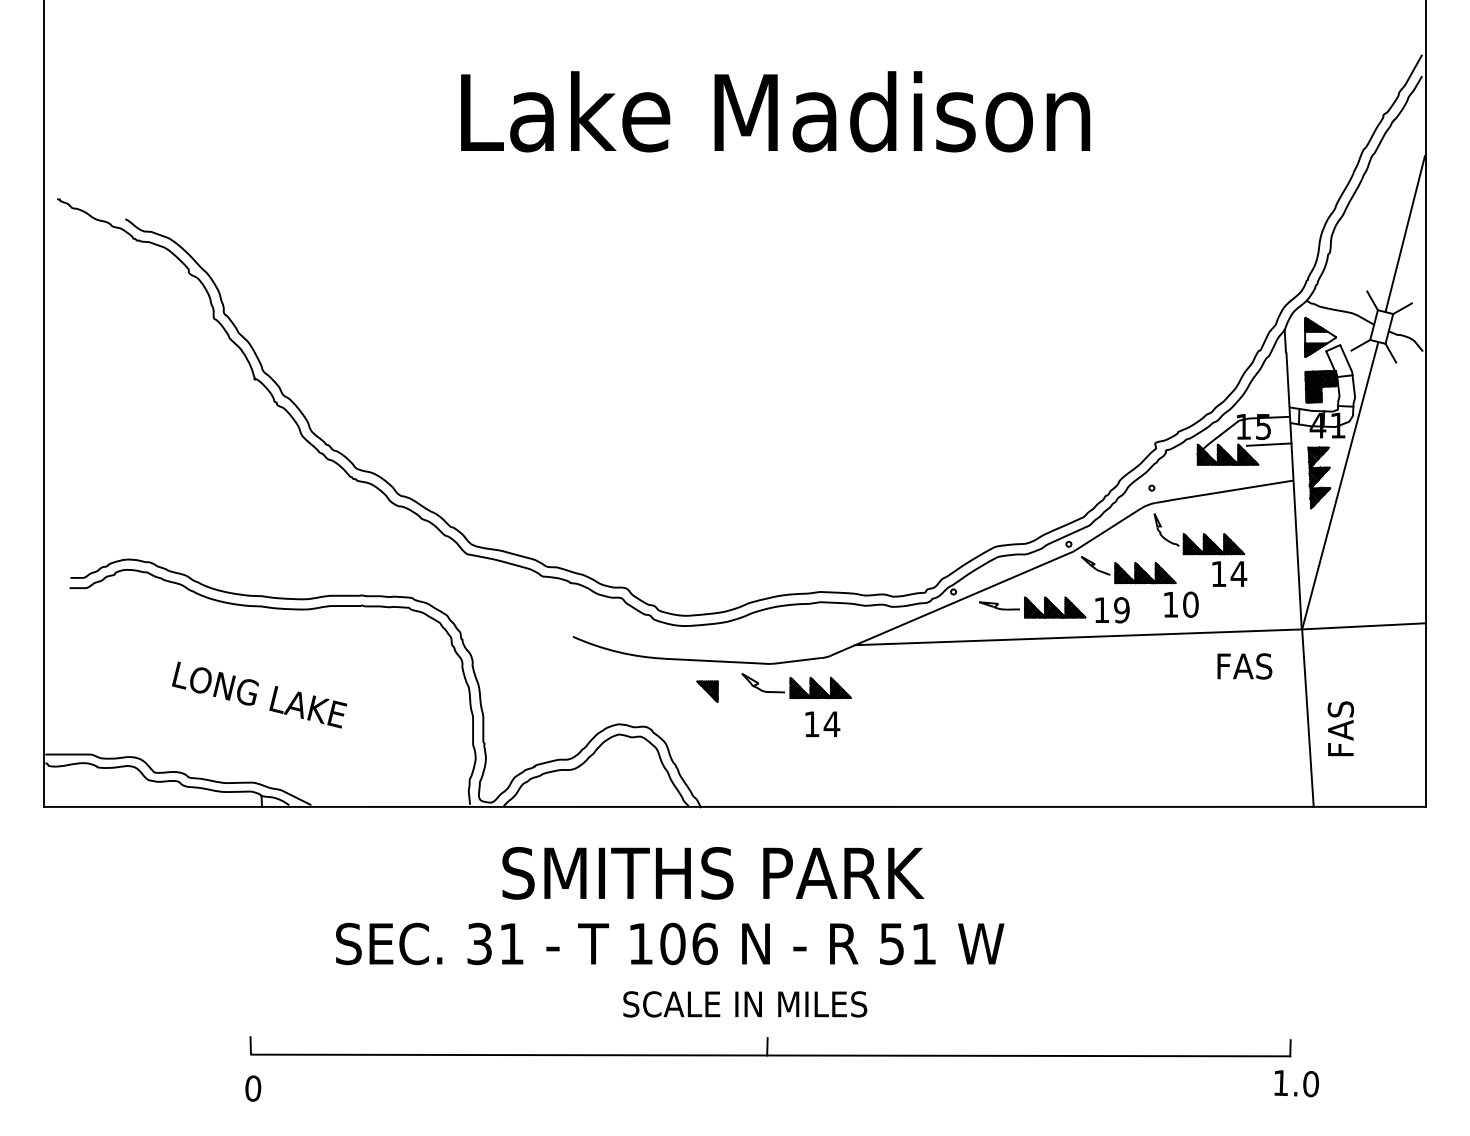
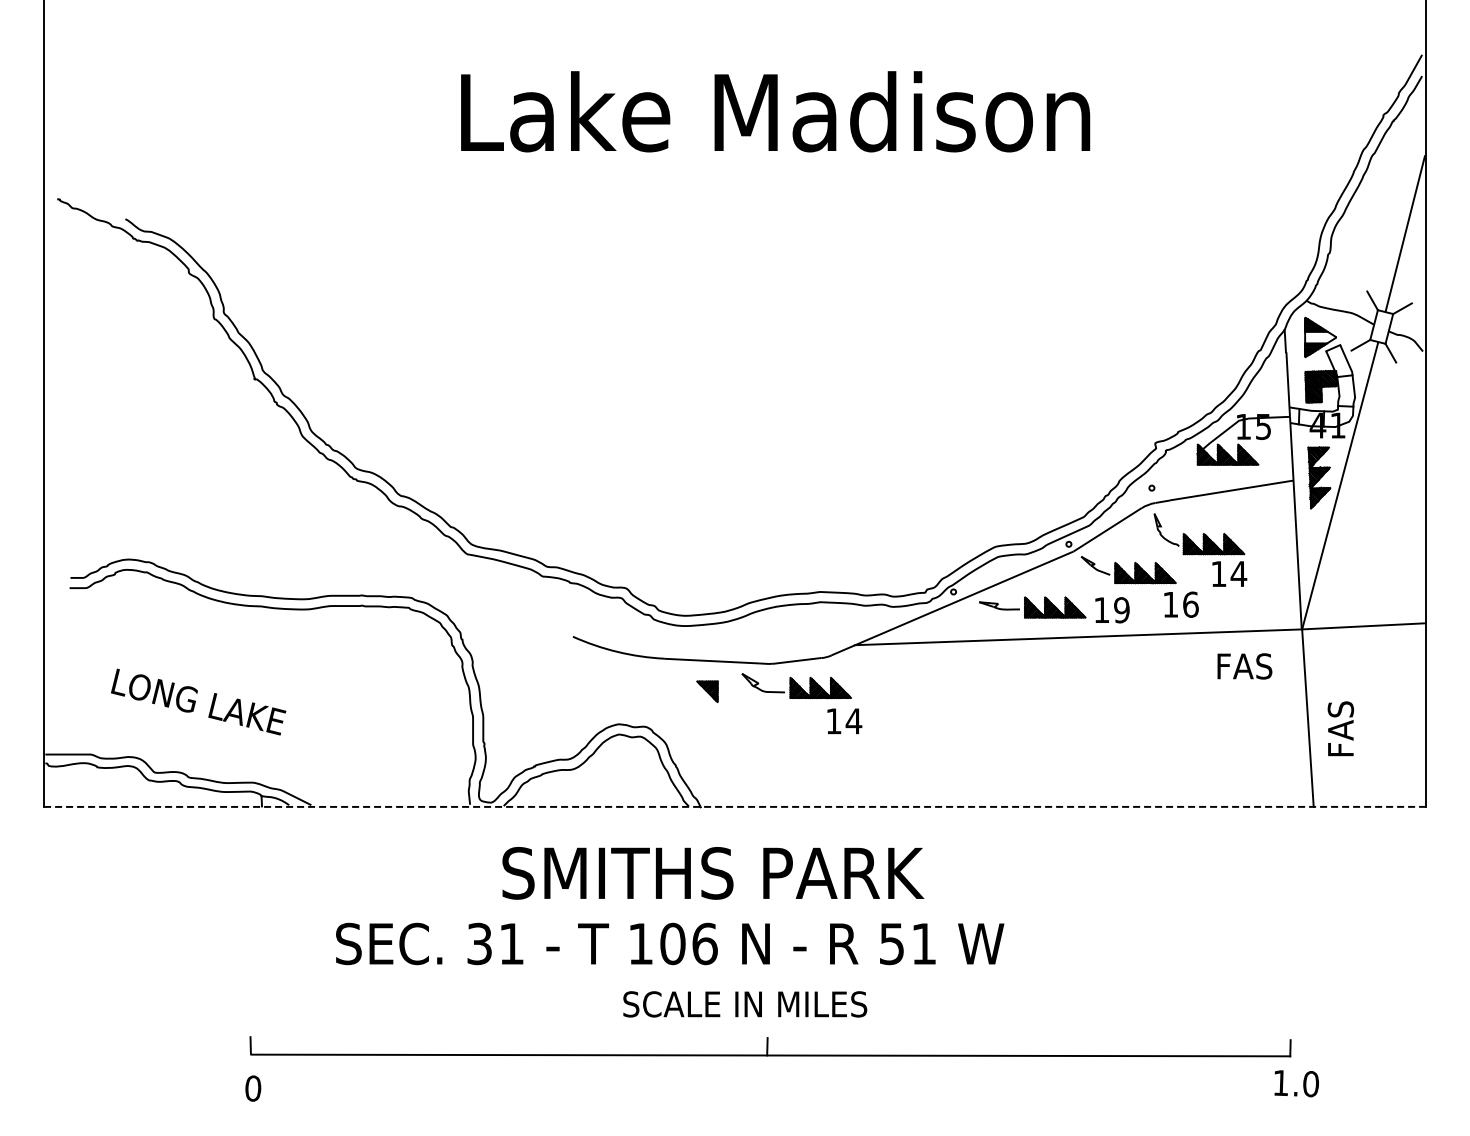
line at (1268, 444): present -> none
text at (1190, 604): 10 -> 16
text at (259, 694) position: (259, 694) -> (198, 701)
text at (822, 724) position: (822, 724) -> (844, 721)
line at (734, 806): solid -> dashed
